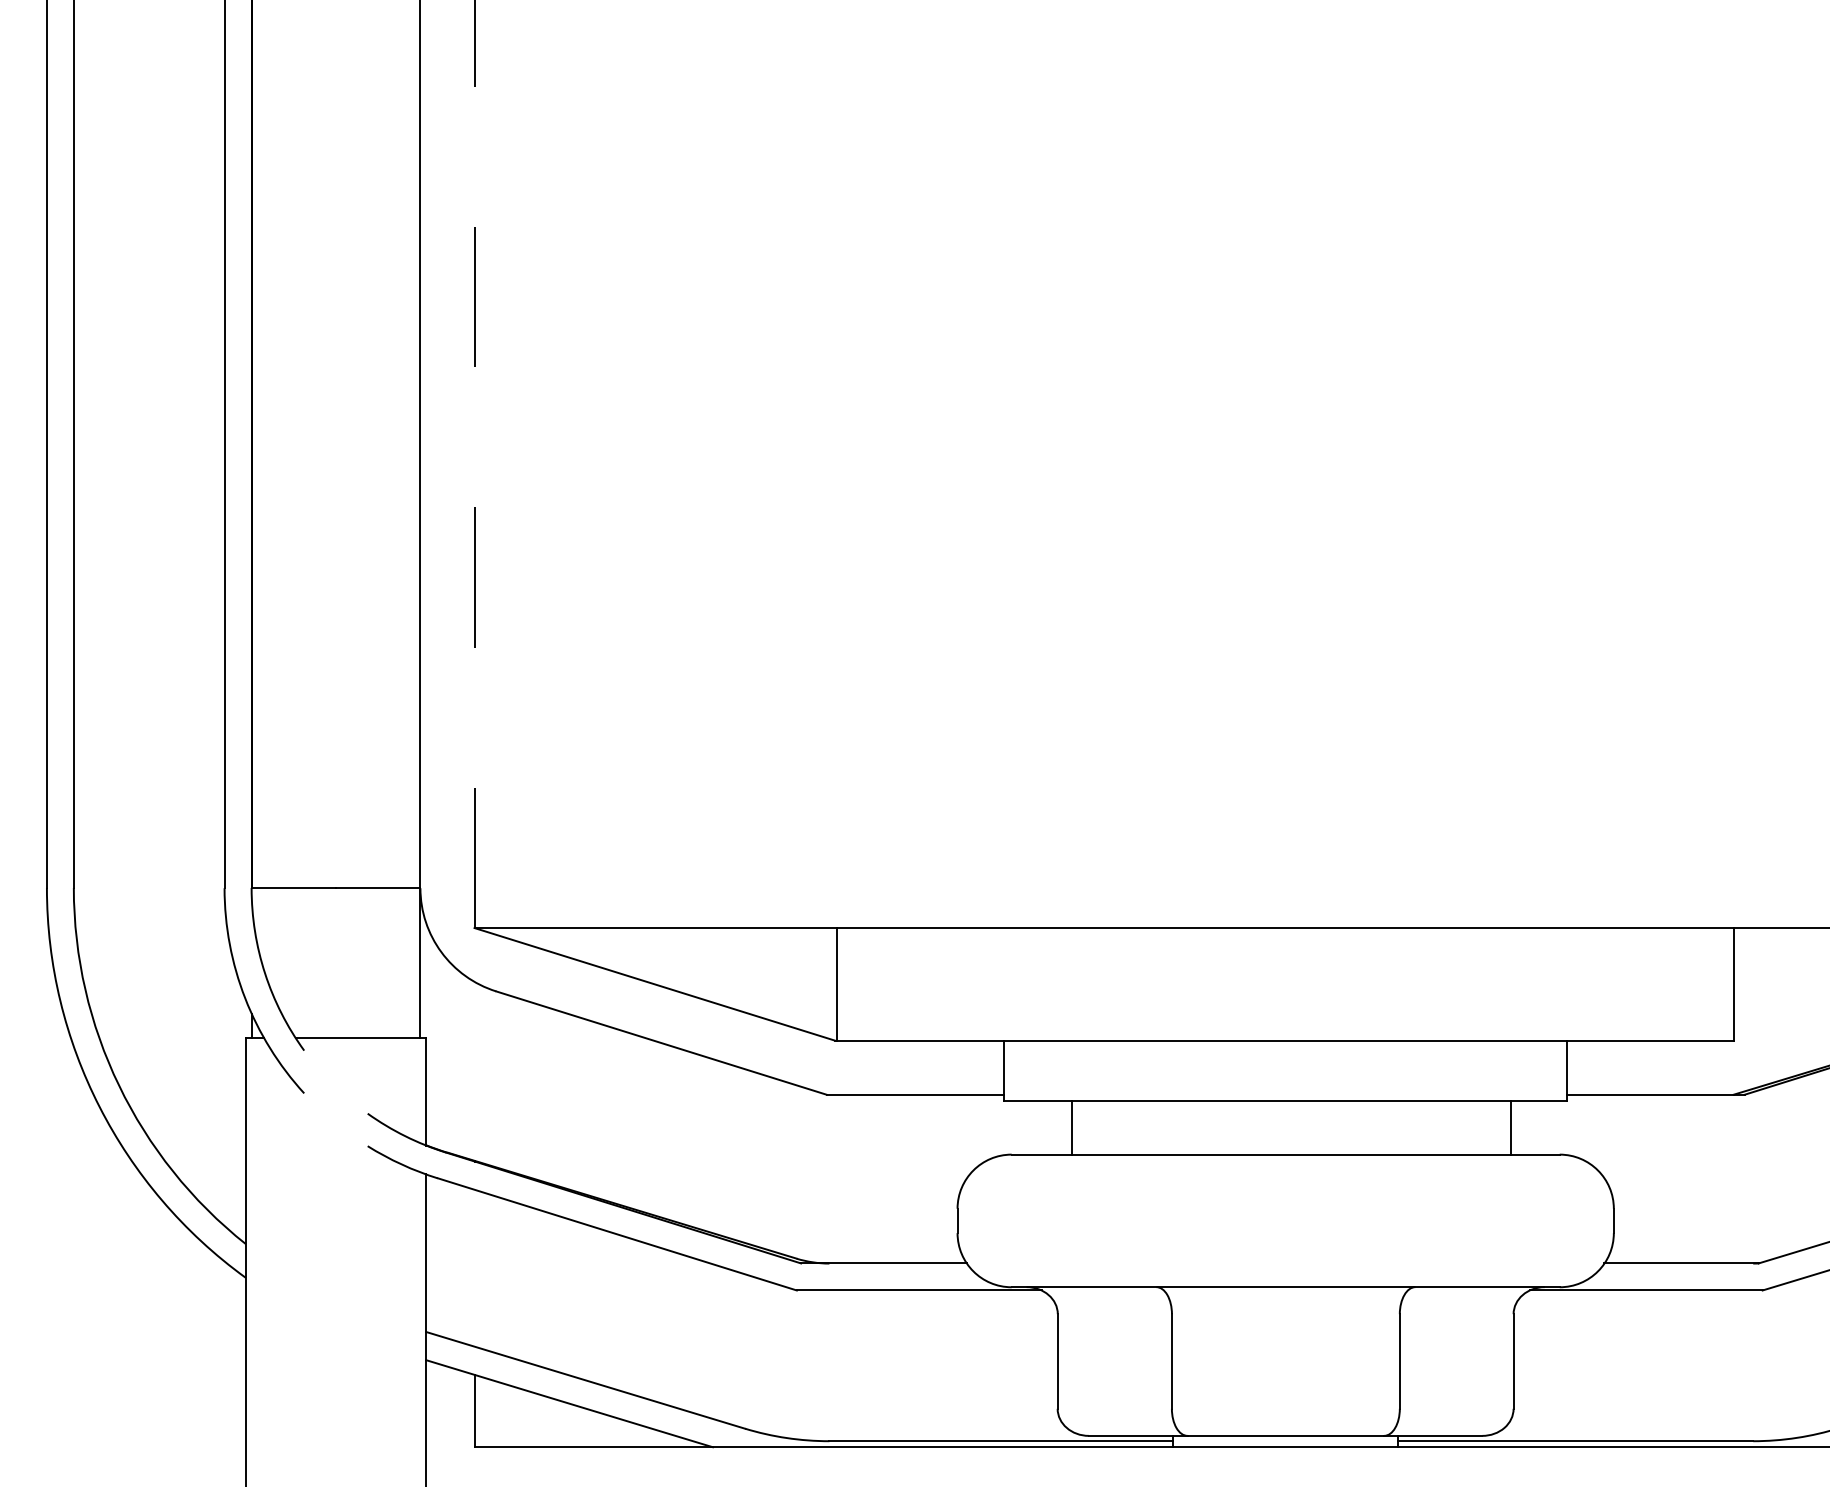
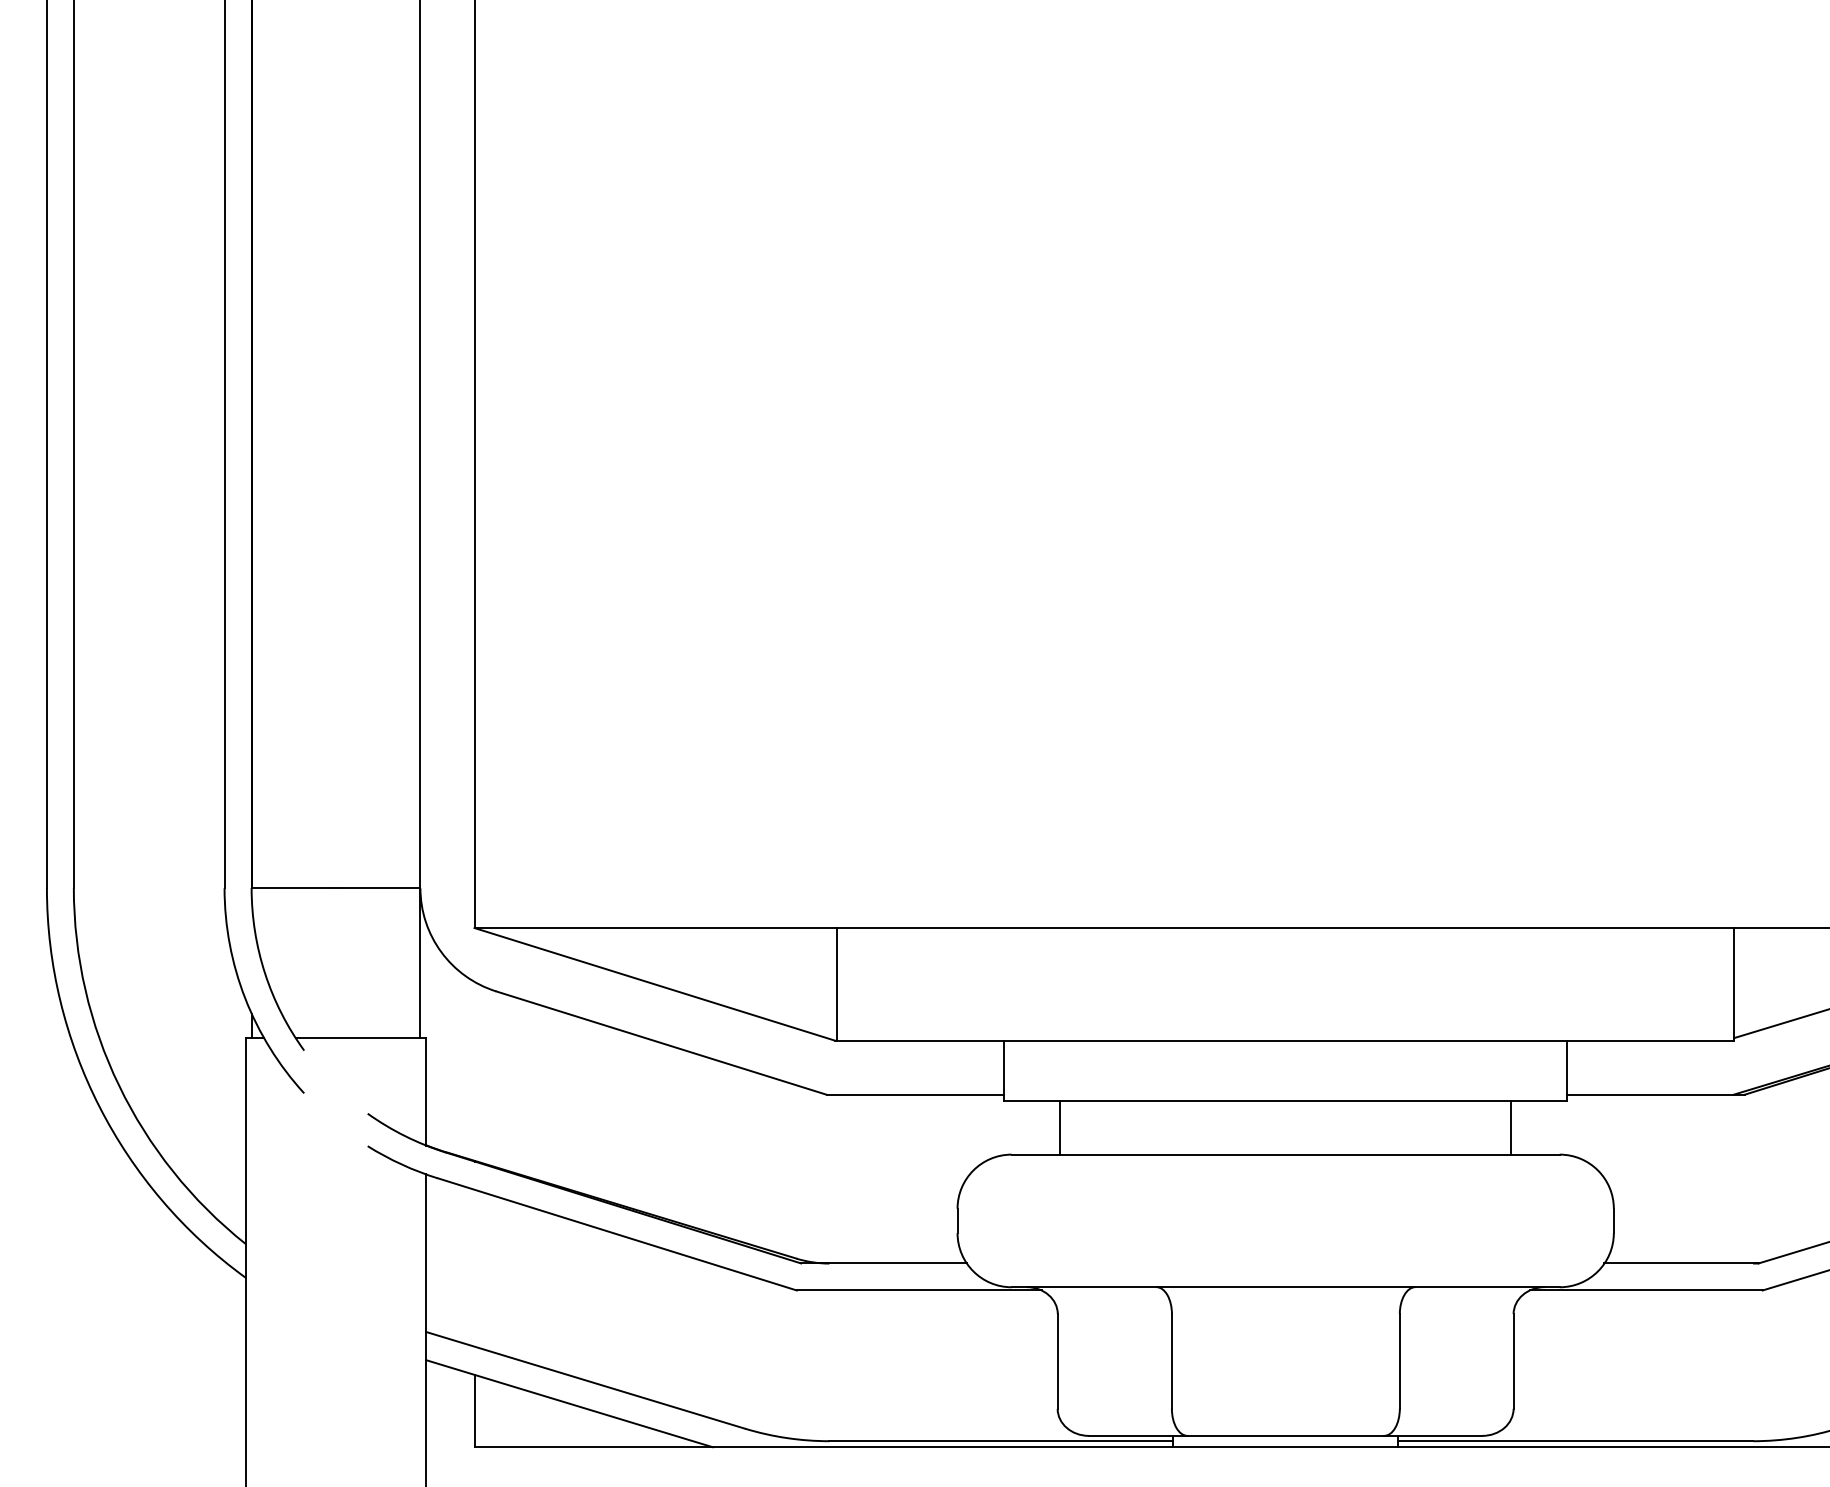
line at (474, 464): dashed -> solid
line at (1780, 1023): none -> present
line at (1072, 1127) position: (1072, 1127) -> (1060, 1127)
